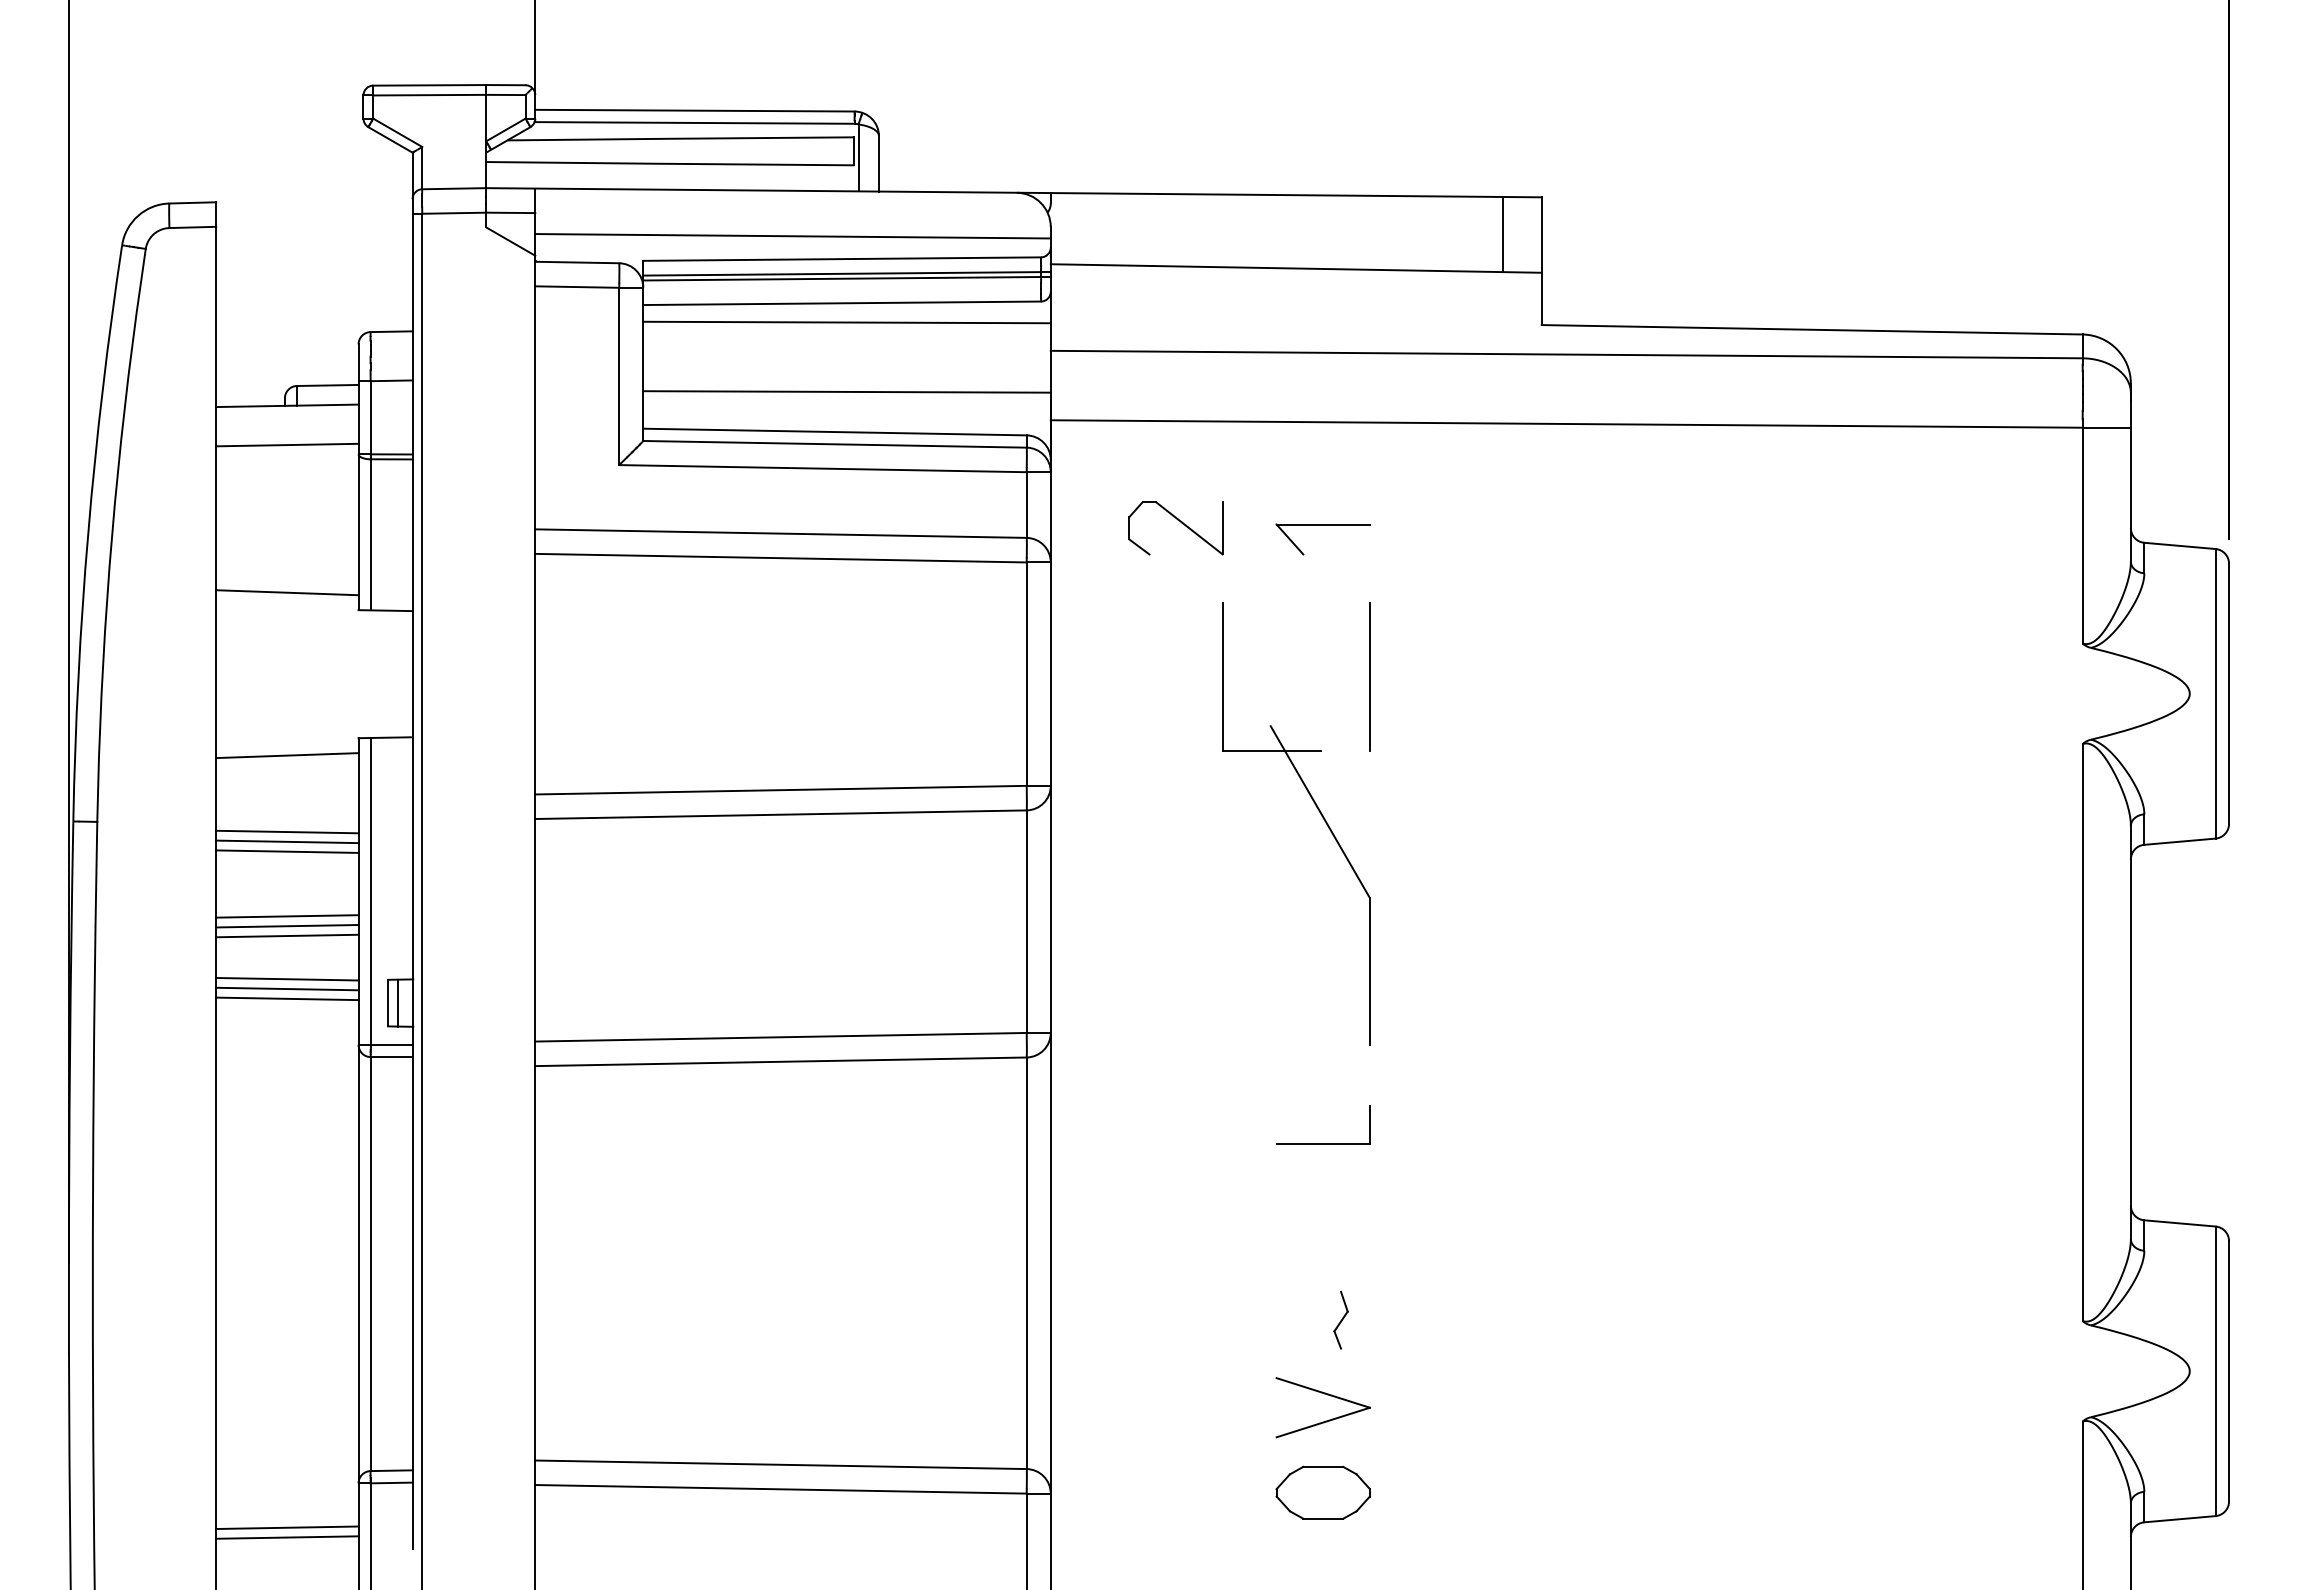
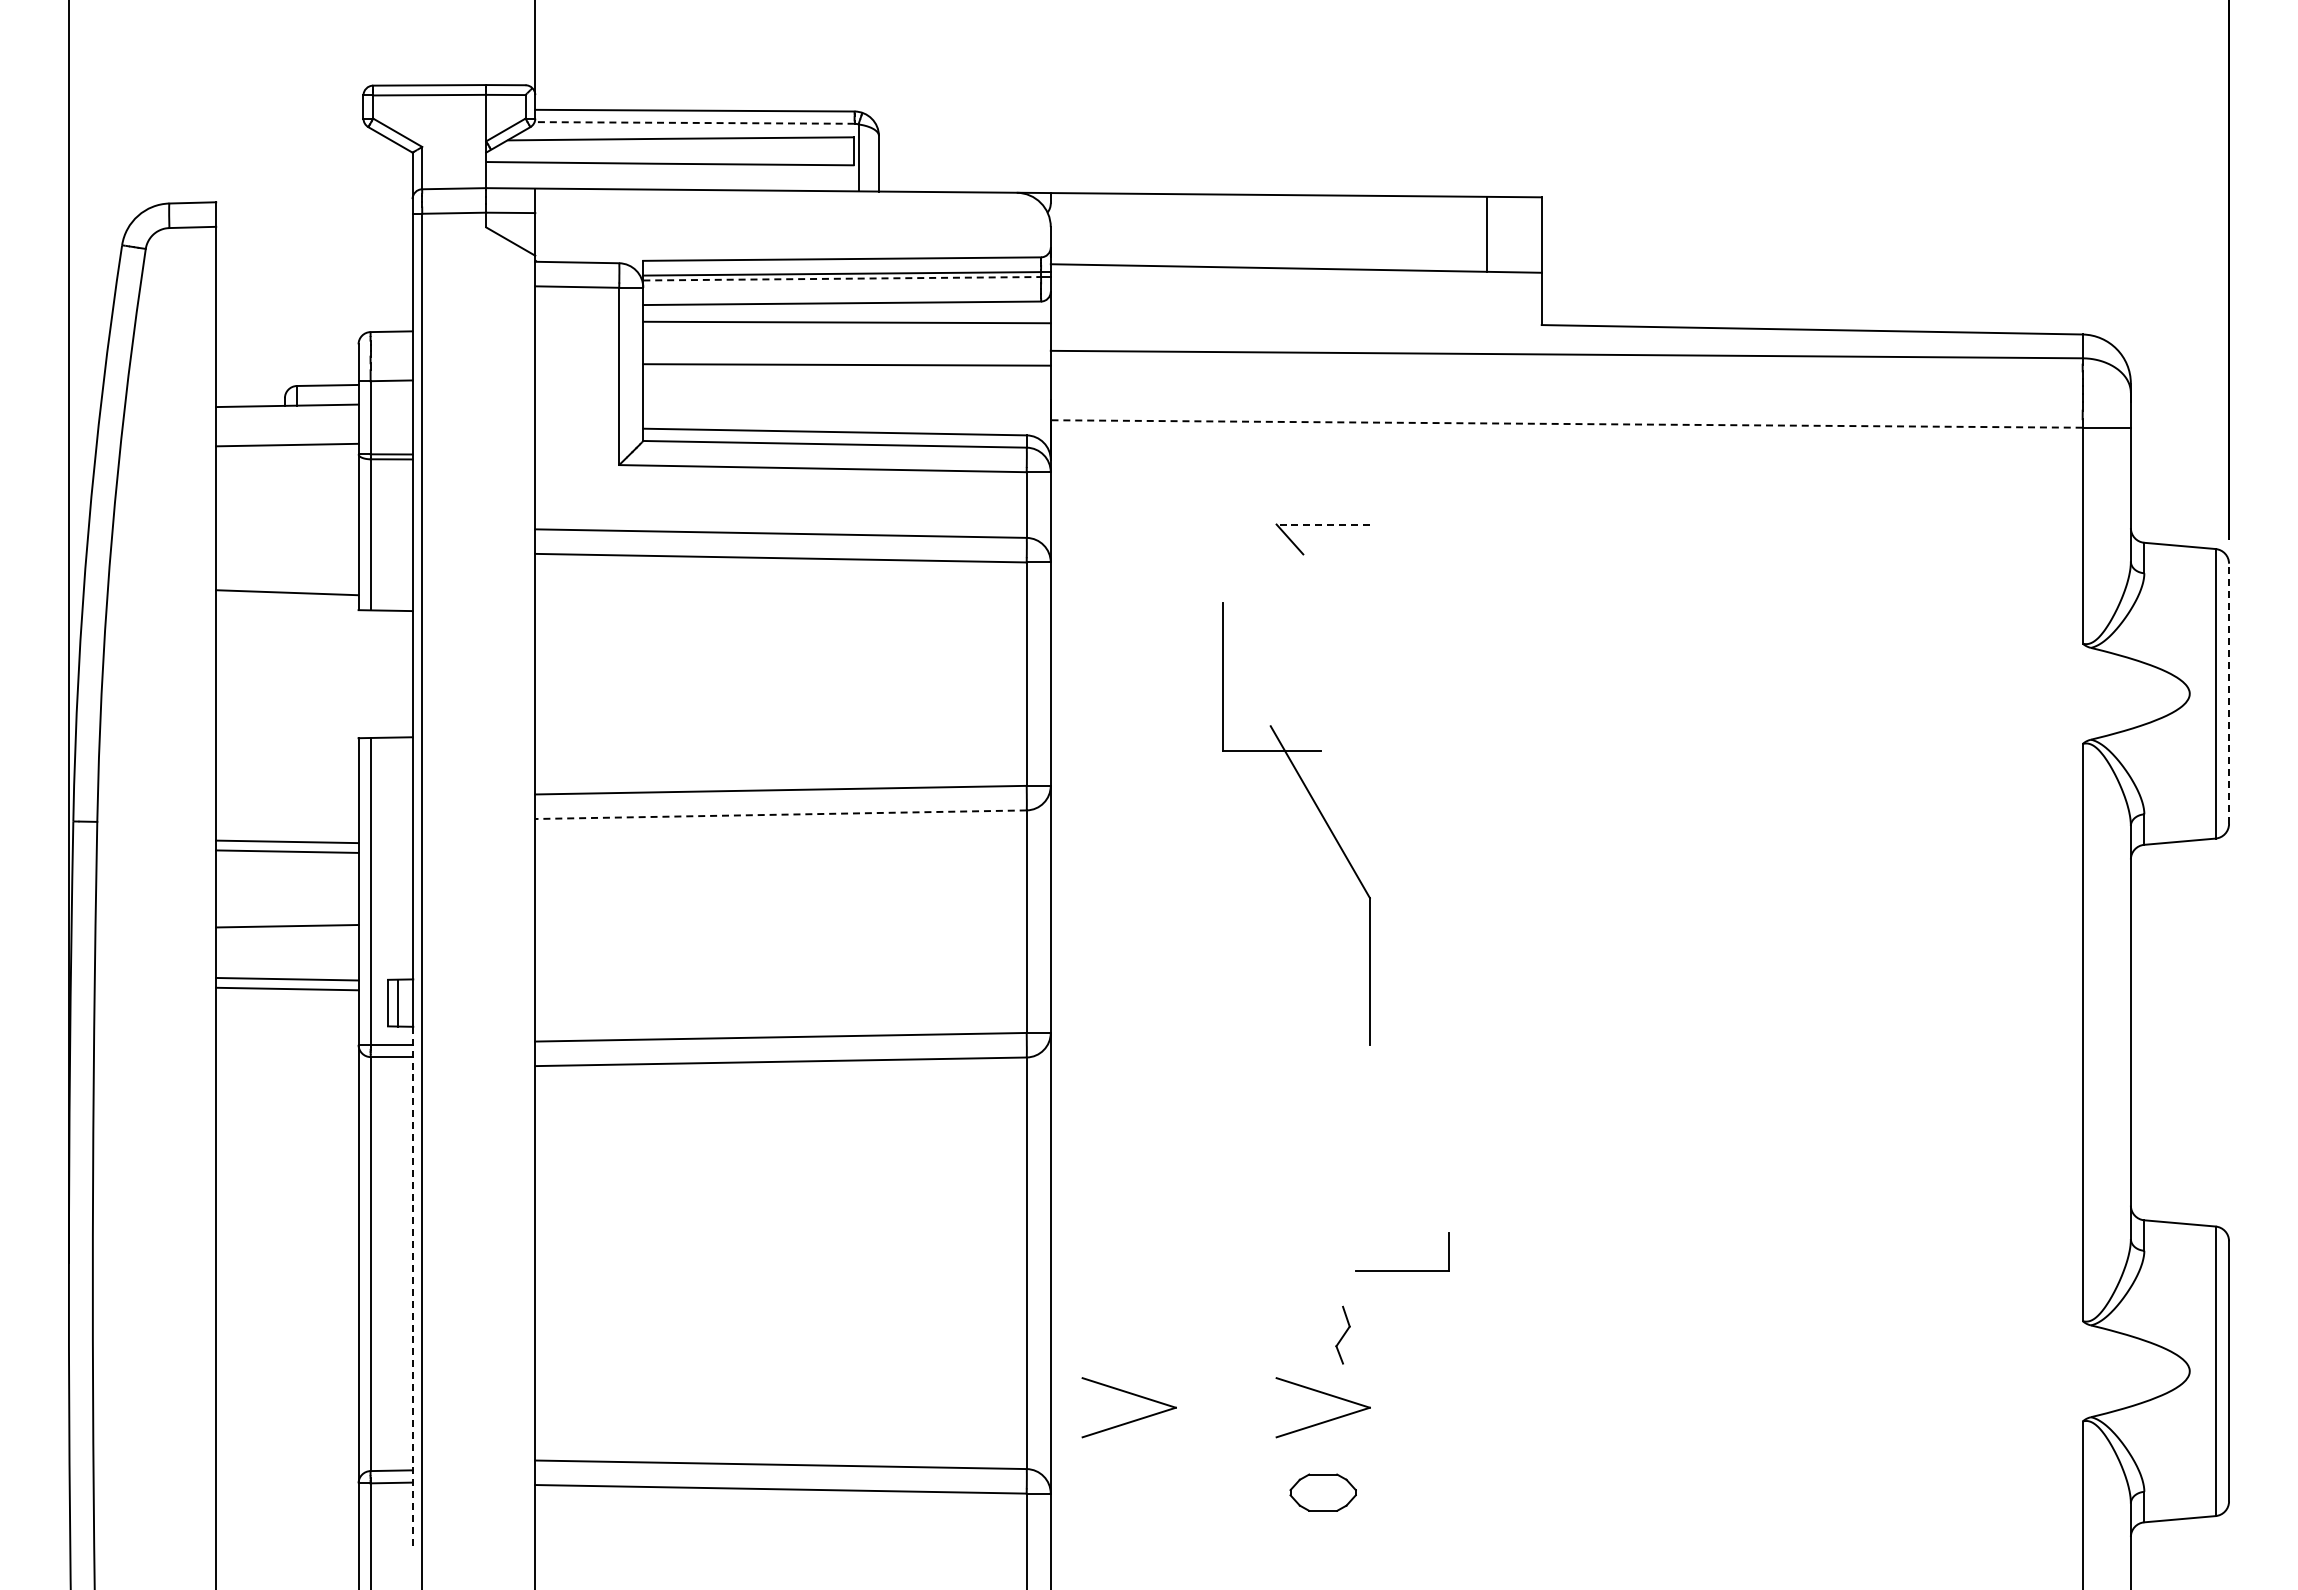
line at (694, 122): solid -> dashed
line at (1502, 234) position: (1502, 234) -> (1486, 234)
line at (792, 236): present -> none
line at (842, 278): solid -> dashed
line at (846, 391) position: (846, 391) -> (846, 364)
line at (1566, 424): solid -> dashed
part at (1180, 522): present -> none
line at (1323, 524): solid -> dashed
line at (1369, 676): present -> none
line at (2229, 693): solid -> dashed
line at (287, 755): present -> none
line at (781, 814): solid -> dashed
line at (287, 831): present -> none
line at (287, 916): present -> none
line at (287, 935): present -> none
line at (287, 998): present -> none
part at (1323, 1143) position: (1323, 1143) -> (1402, 1270)
line at (412, 1288): solid -> dashed
part at (1340, 1319) position: (1340, 1319) -> (1342, 1334)
part at (1133, 1395): none -> present
part at (1322, 1492) size: 96x55 px -> 68x39 px
line at (287, 1527): present -> none
line at (287, 1537): present -> none
